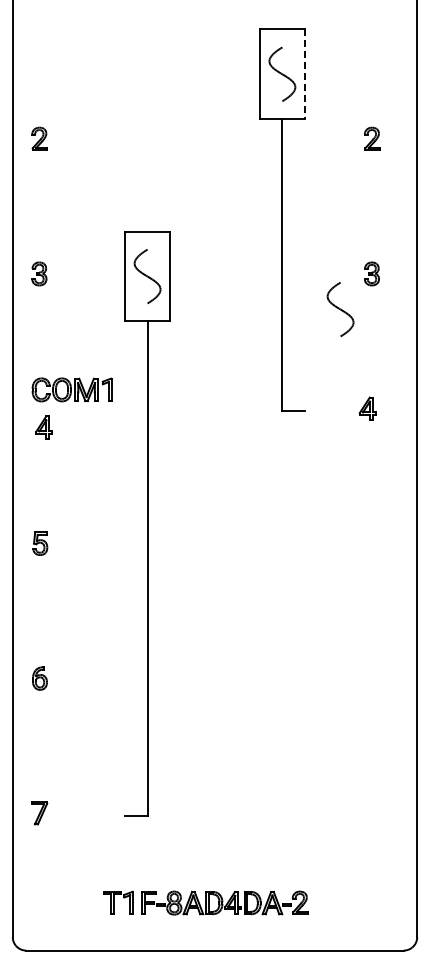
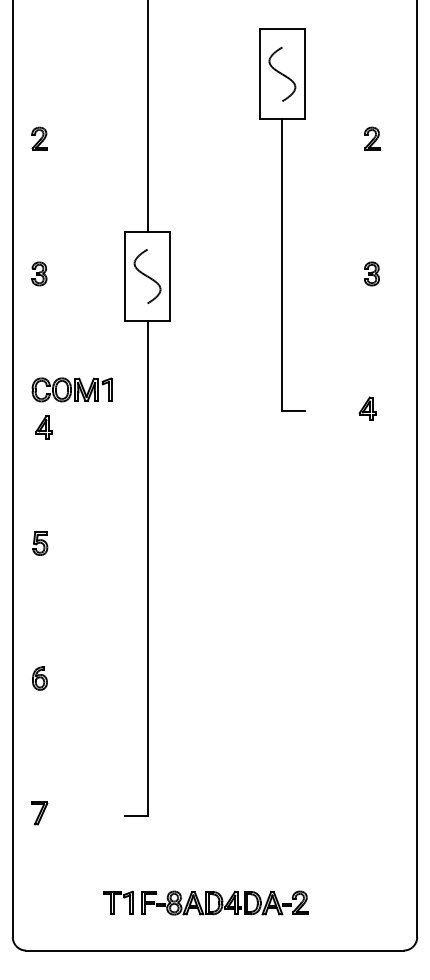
line at (304, 74): dashed -> solid
line at (147, 116): none -> present
part at (340, 309): present -> none
